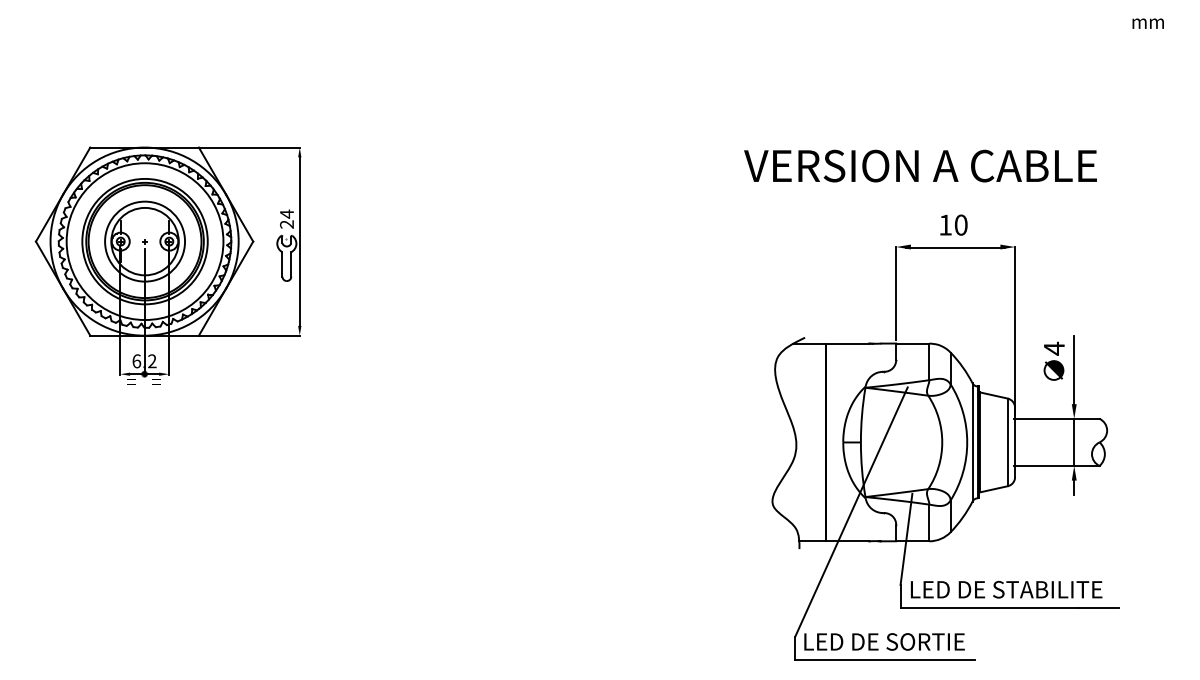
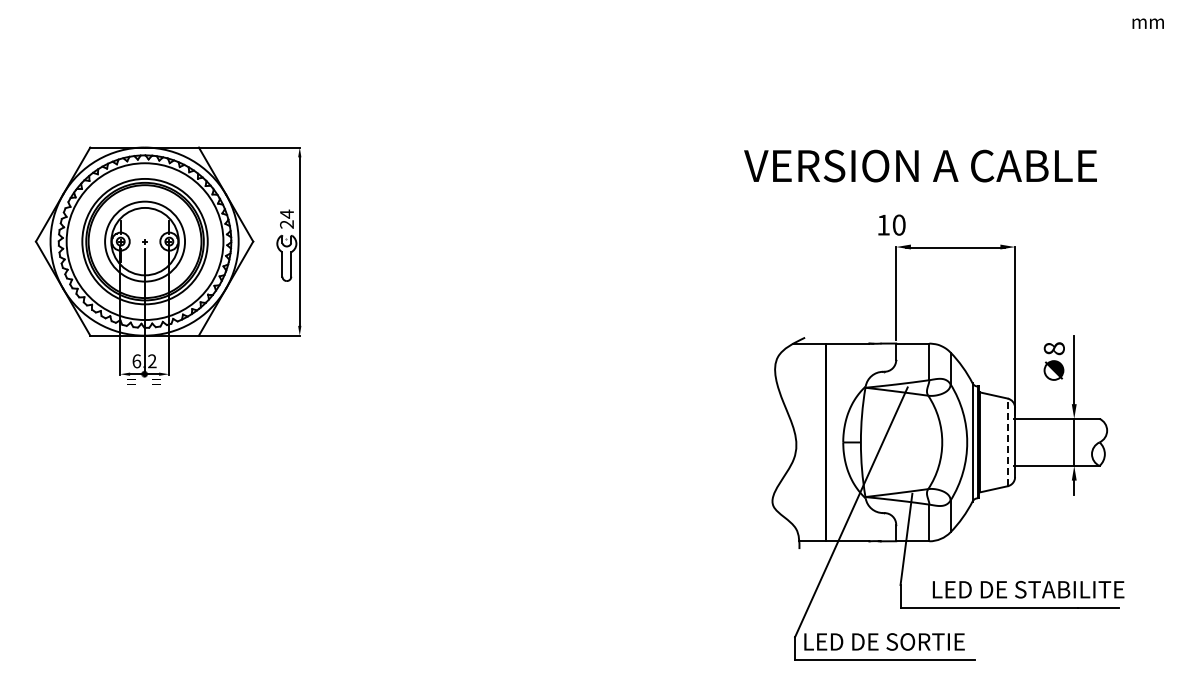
text at (953, 224) position: (953, 224) -> (891, 224)
text at (1053, 348): 4 -> 8
line at (1007, 442): solid -> dashed
text at (1006, 589) position: (1006, 589) -> (1028, 589)
